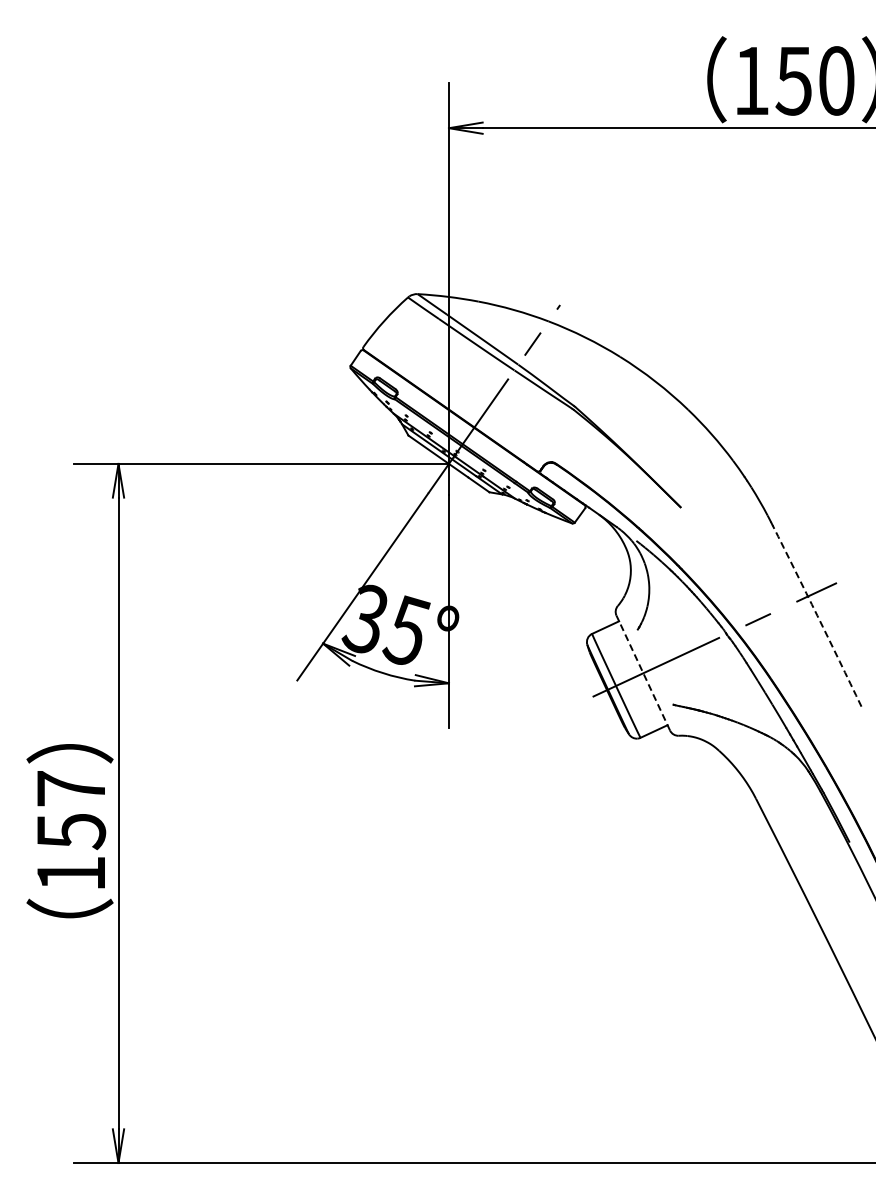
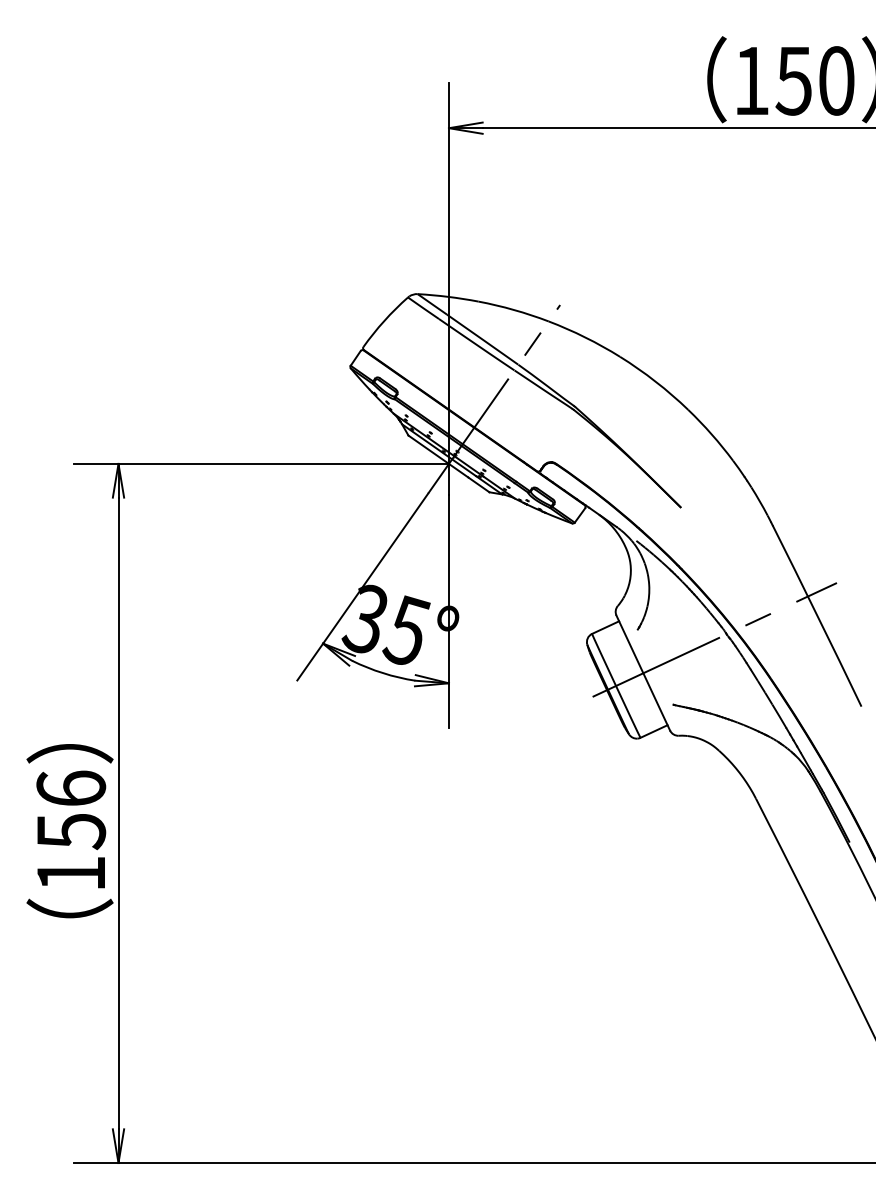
arc at (817, 615): dashed -> solid
line at (643, 672): dashed -> solid
text at (71, 788): 157 -> 156
